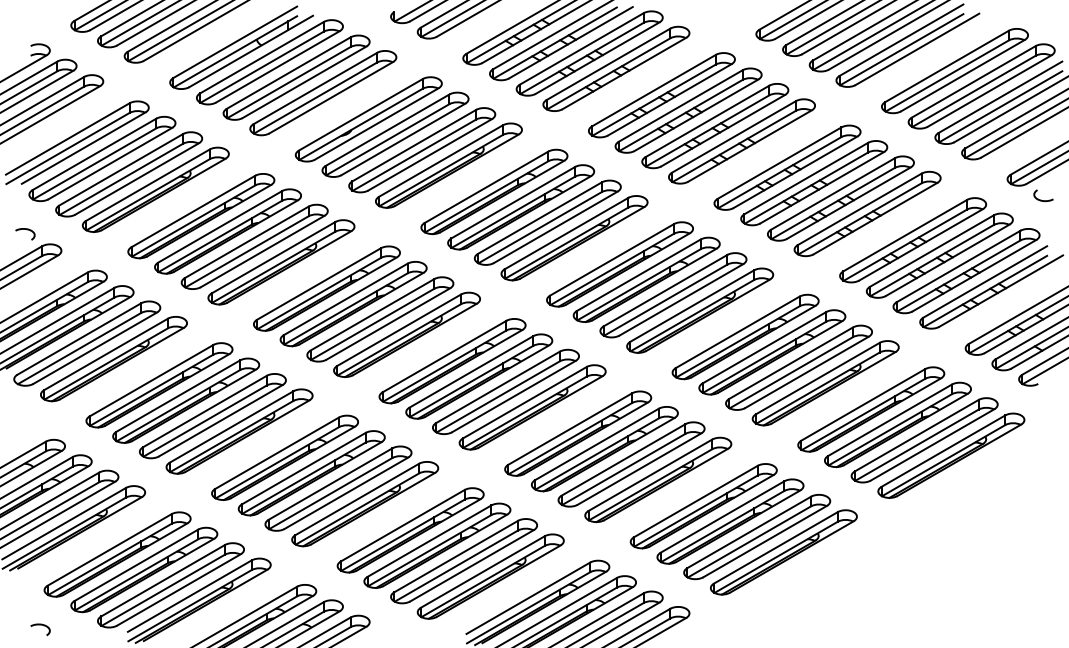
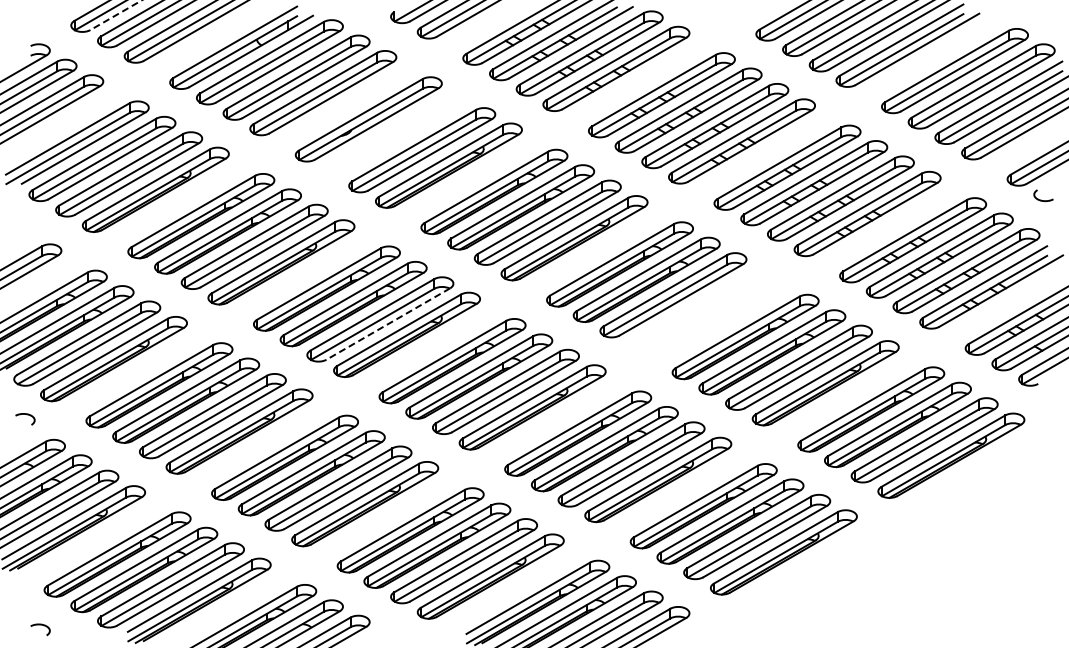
line at (116, 15): solid -> dashed
part at (395, 134): present -> none
curve at (26, 230) position: (26, 230) -> (26, 415)
part at (700, 310): present -> none
line at (387, 324): solid -> dashed
